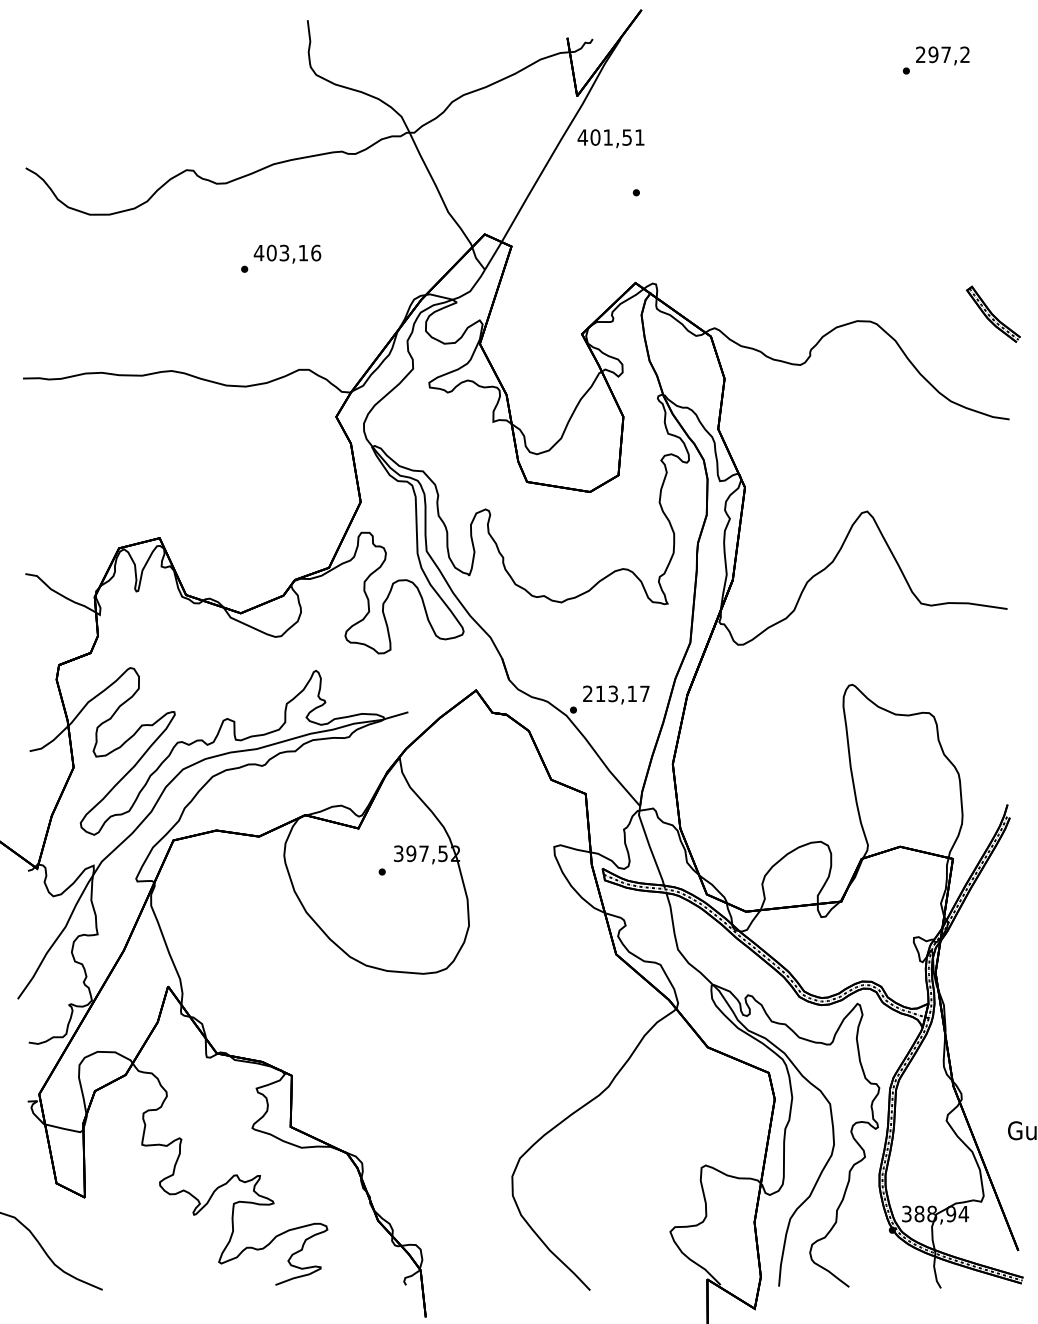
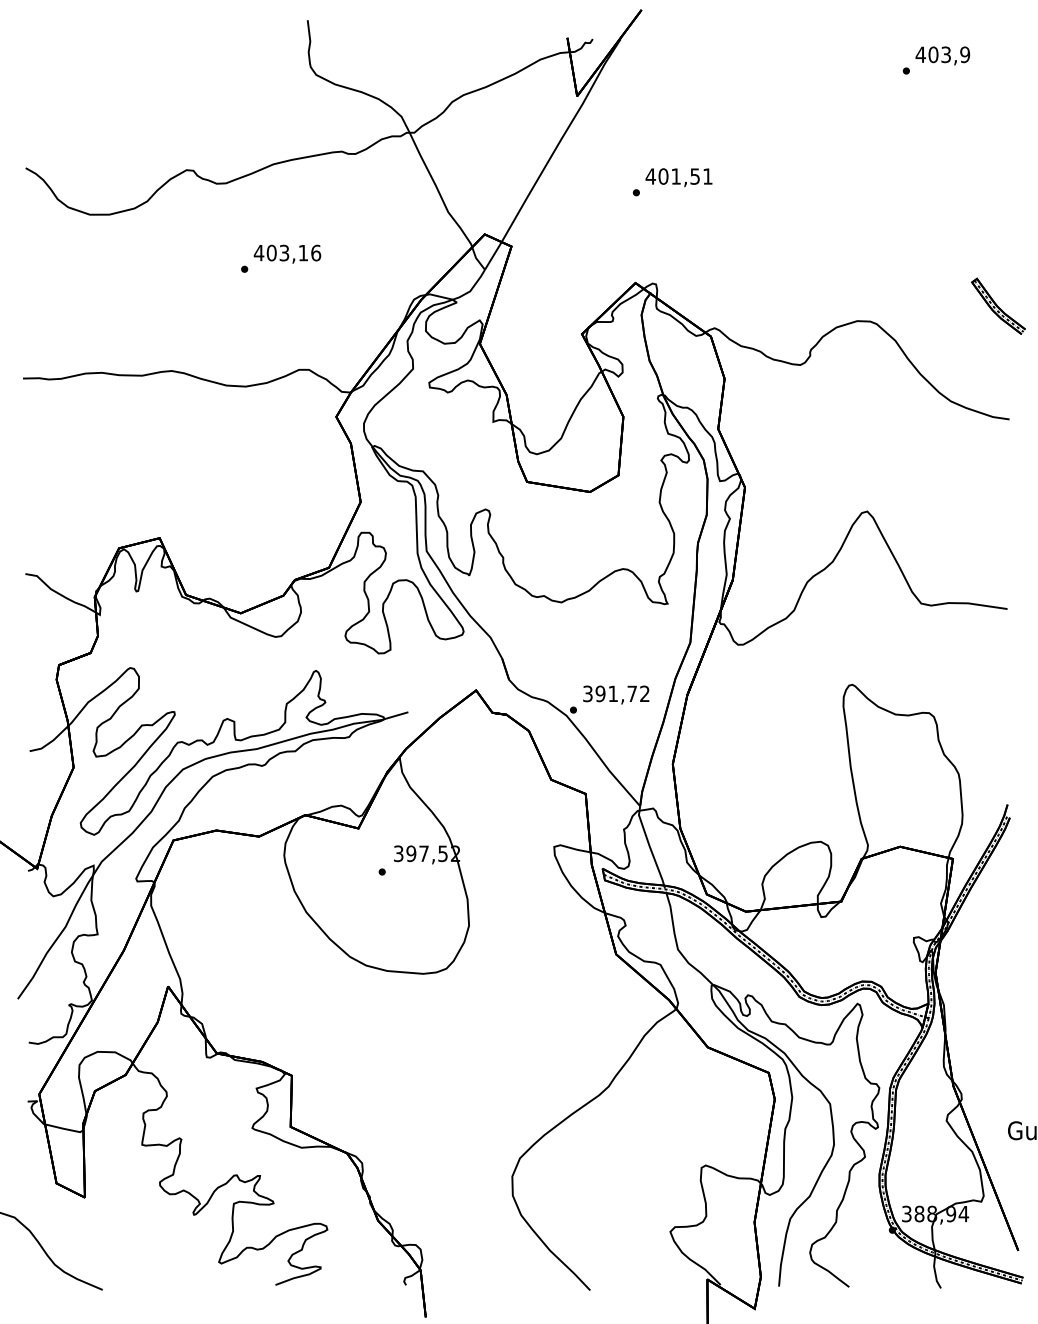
text at (942, 54): 297,2 -> 403,9
text at (610, 138) position: (610, 138) -> (678, 177)
part at (993, 313) position: (993, 313) -> (998, 305)
text at (616, 693): 213,17 -> 391,72
